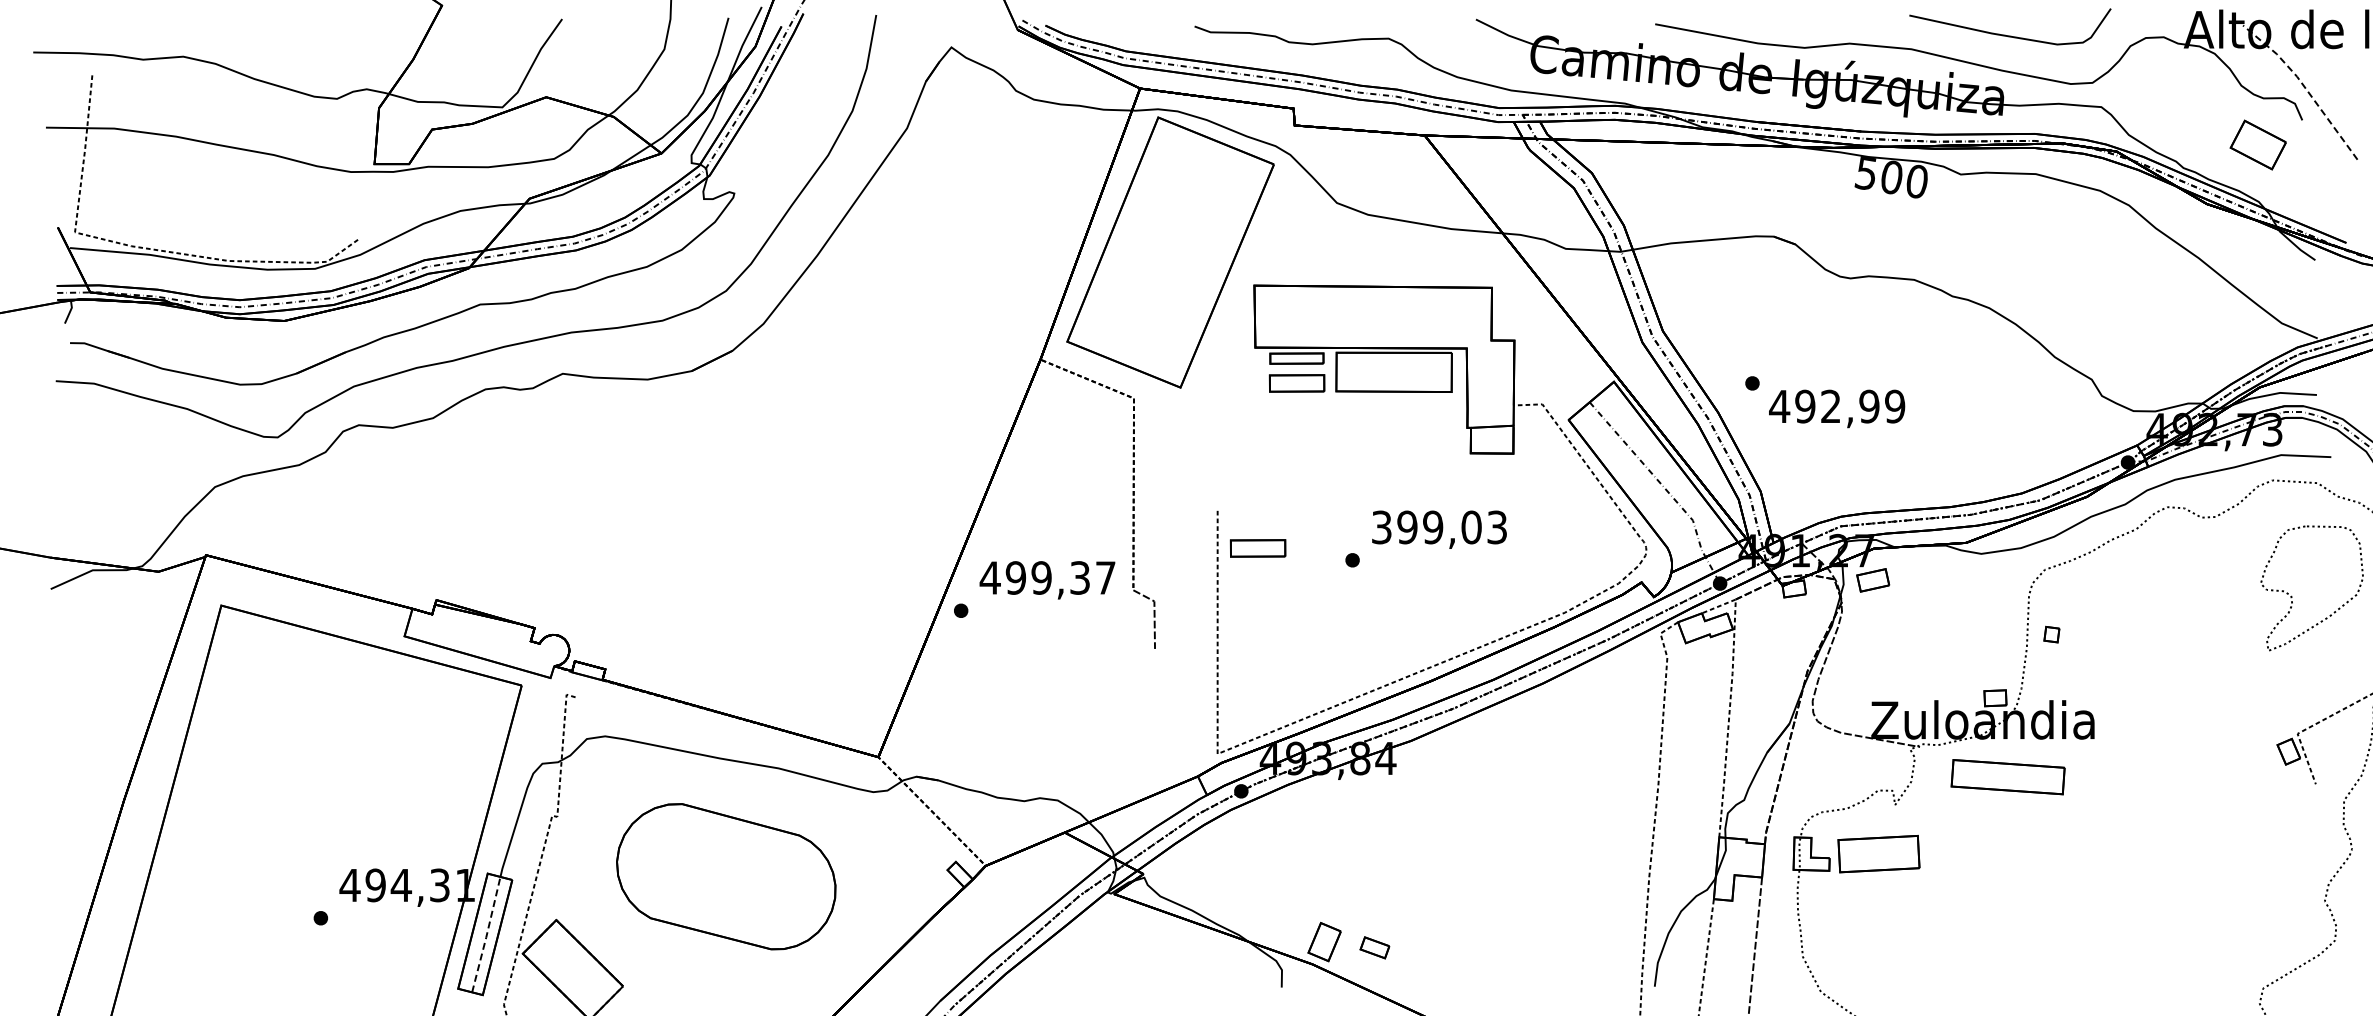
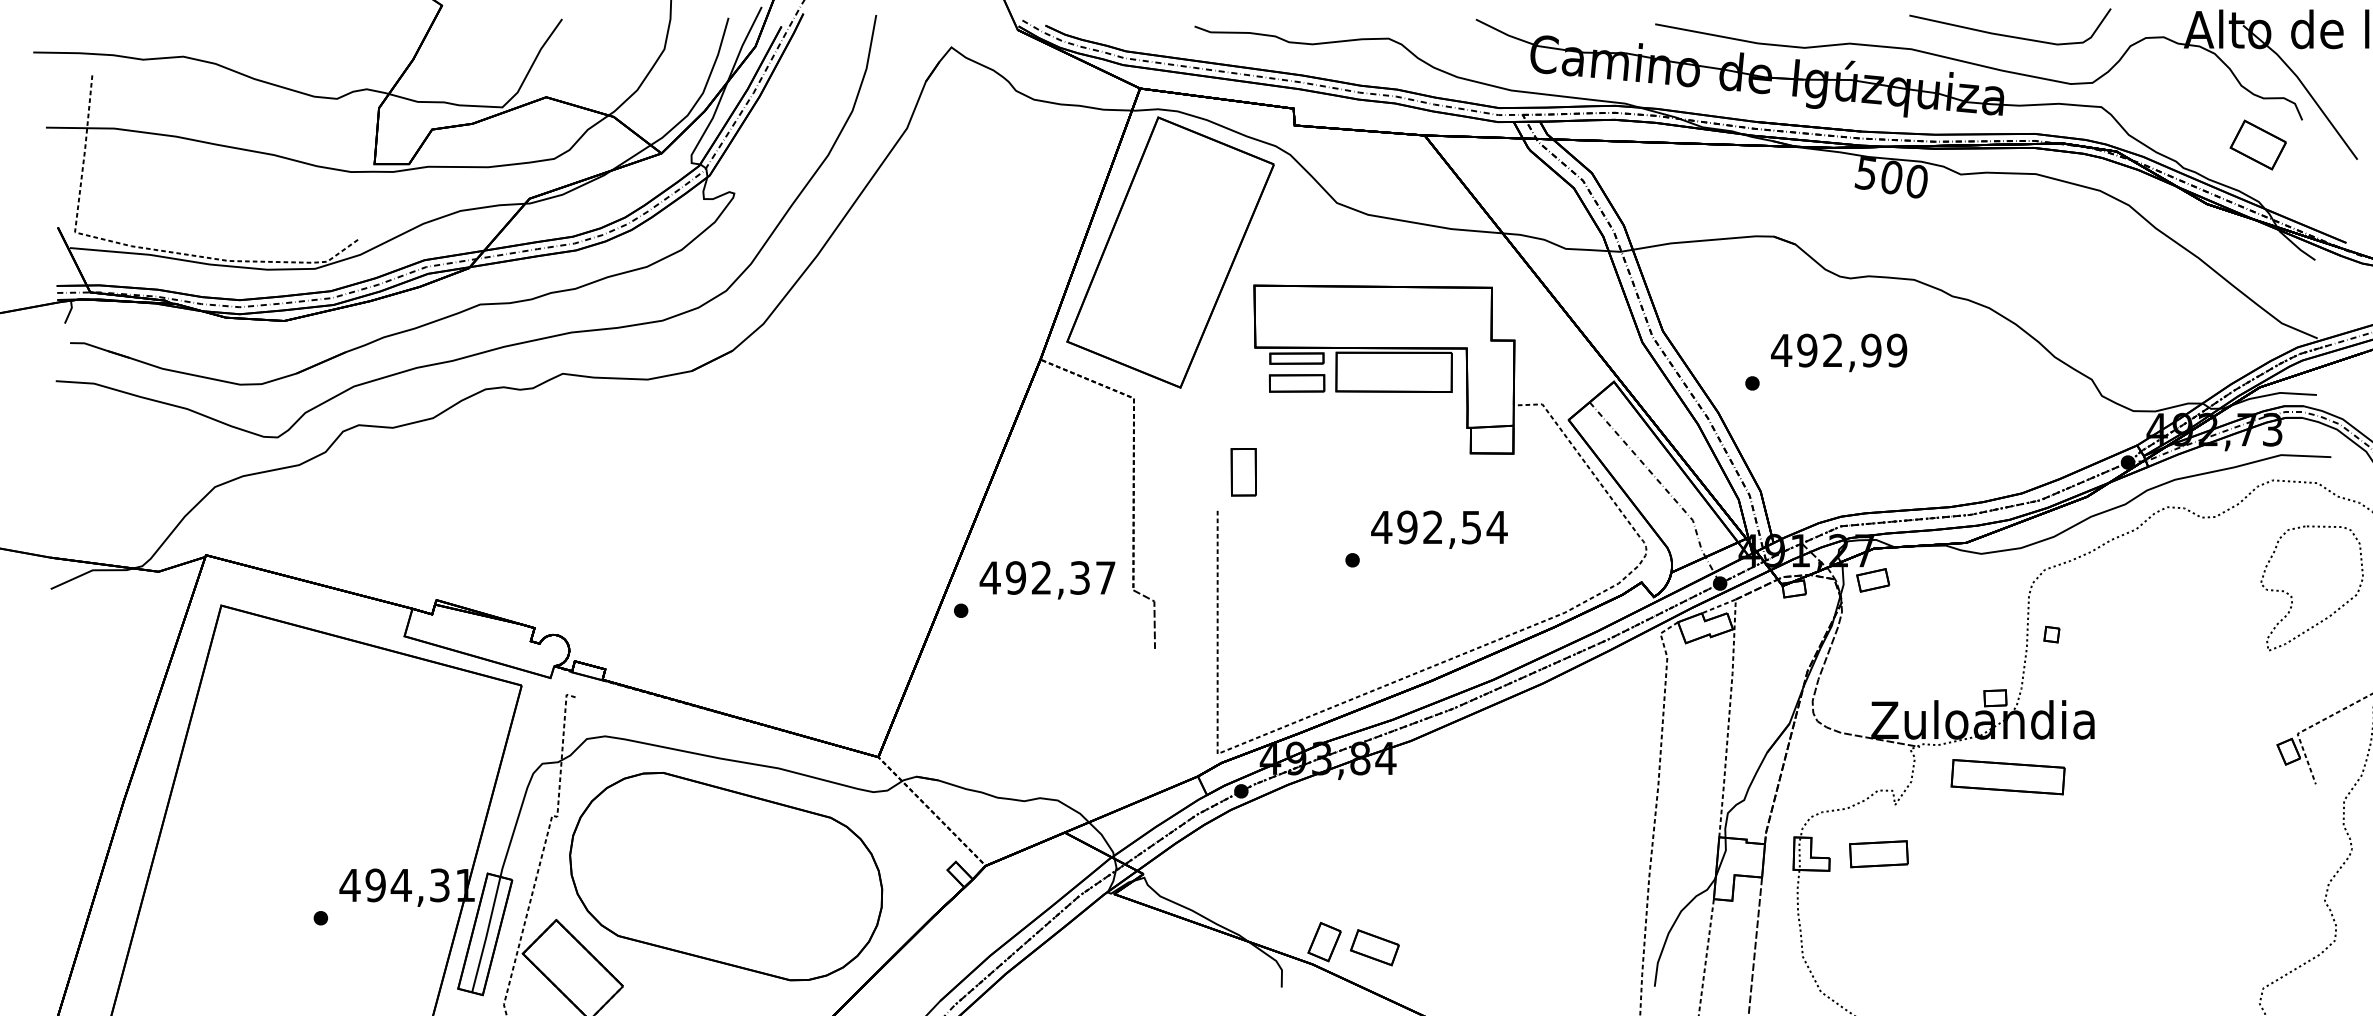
line at (2304, 86): dashed -> solid
text at (1837, 408) position: (1837, 408) -> (1839, 352)
part at (1243, 472): none -> present
text at (1439, 527): 399,03 -> 492,54
part at (1257, 548): present -> none
text at (1041, 577): 499,37 -> 492,37
part at (1878, 854) size: 84x39 px -> 60x29 px
part at (726, 876) size: 221x148 px -> 315x210 px
line at (486, 934): dashed -> solid
part at (1374, 947) size: 32x24 px -> 50x38 px
